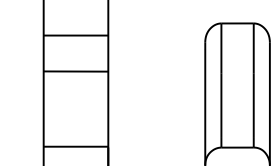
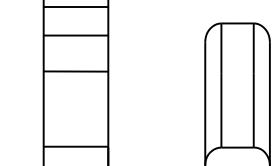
line at (75, 7): none -> present
